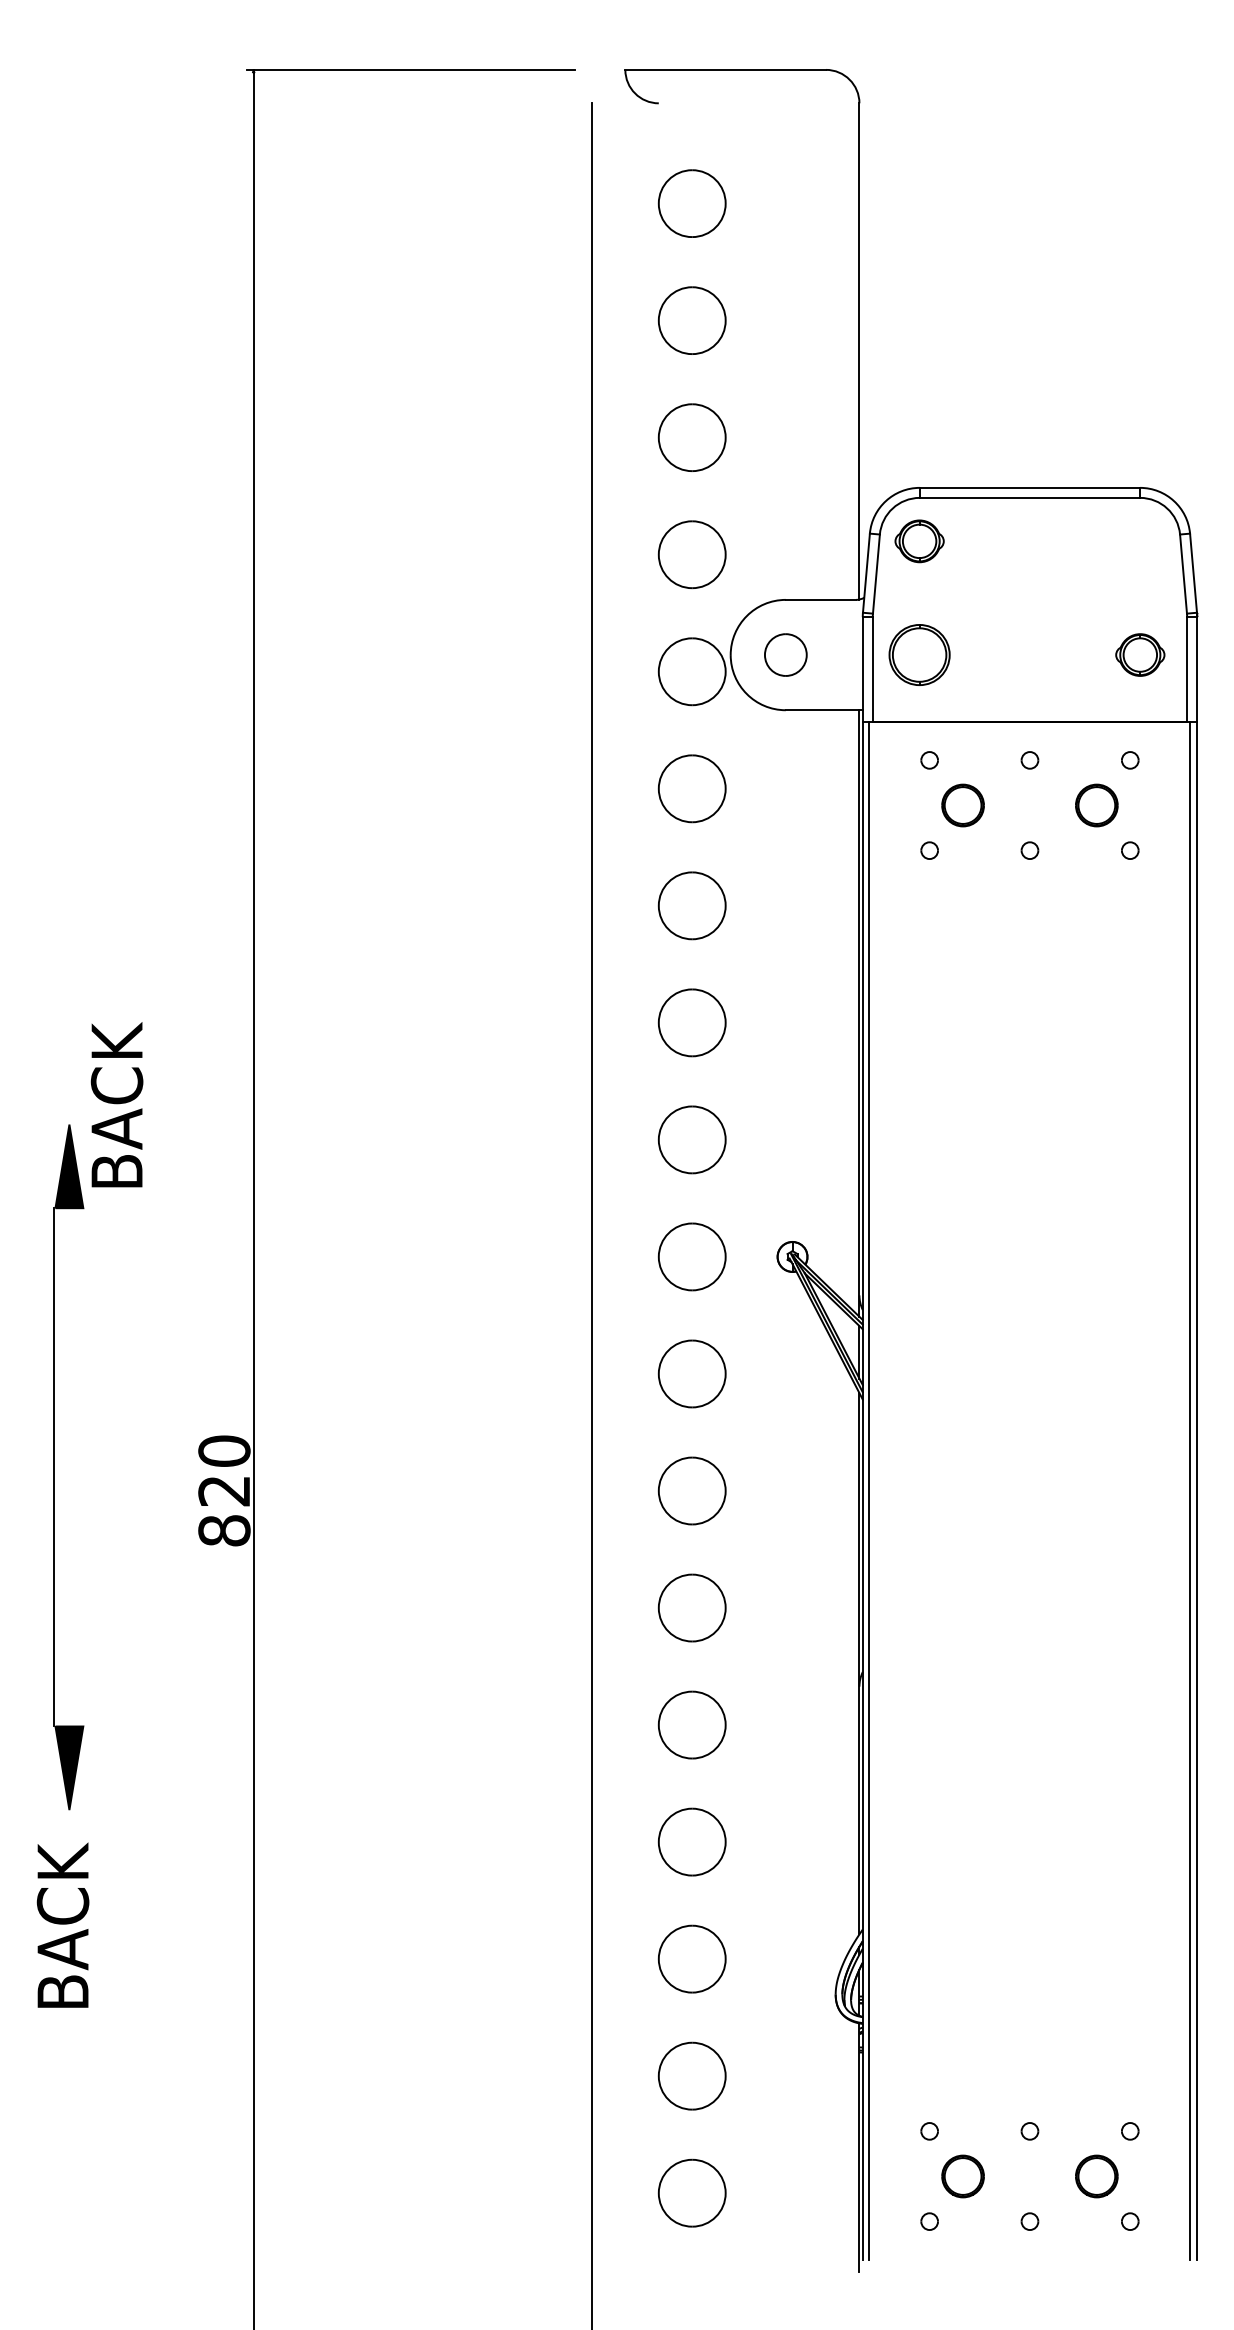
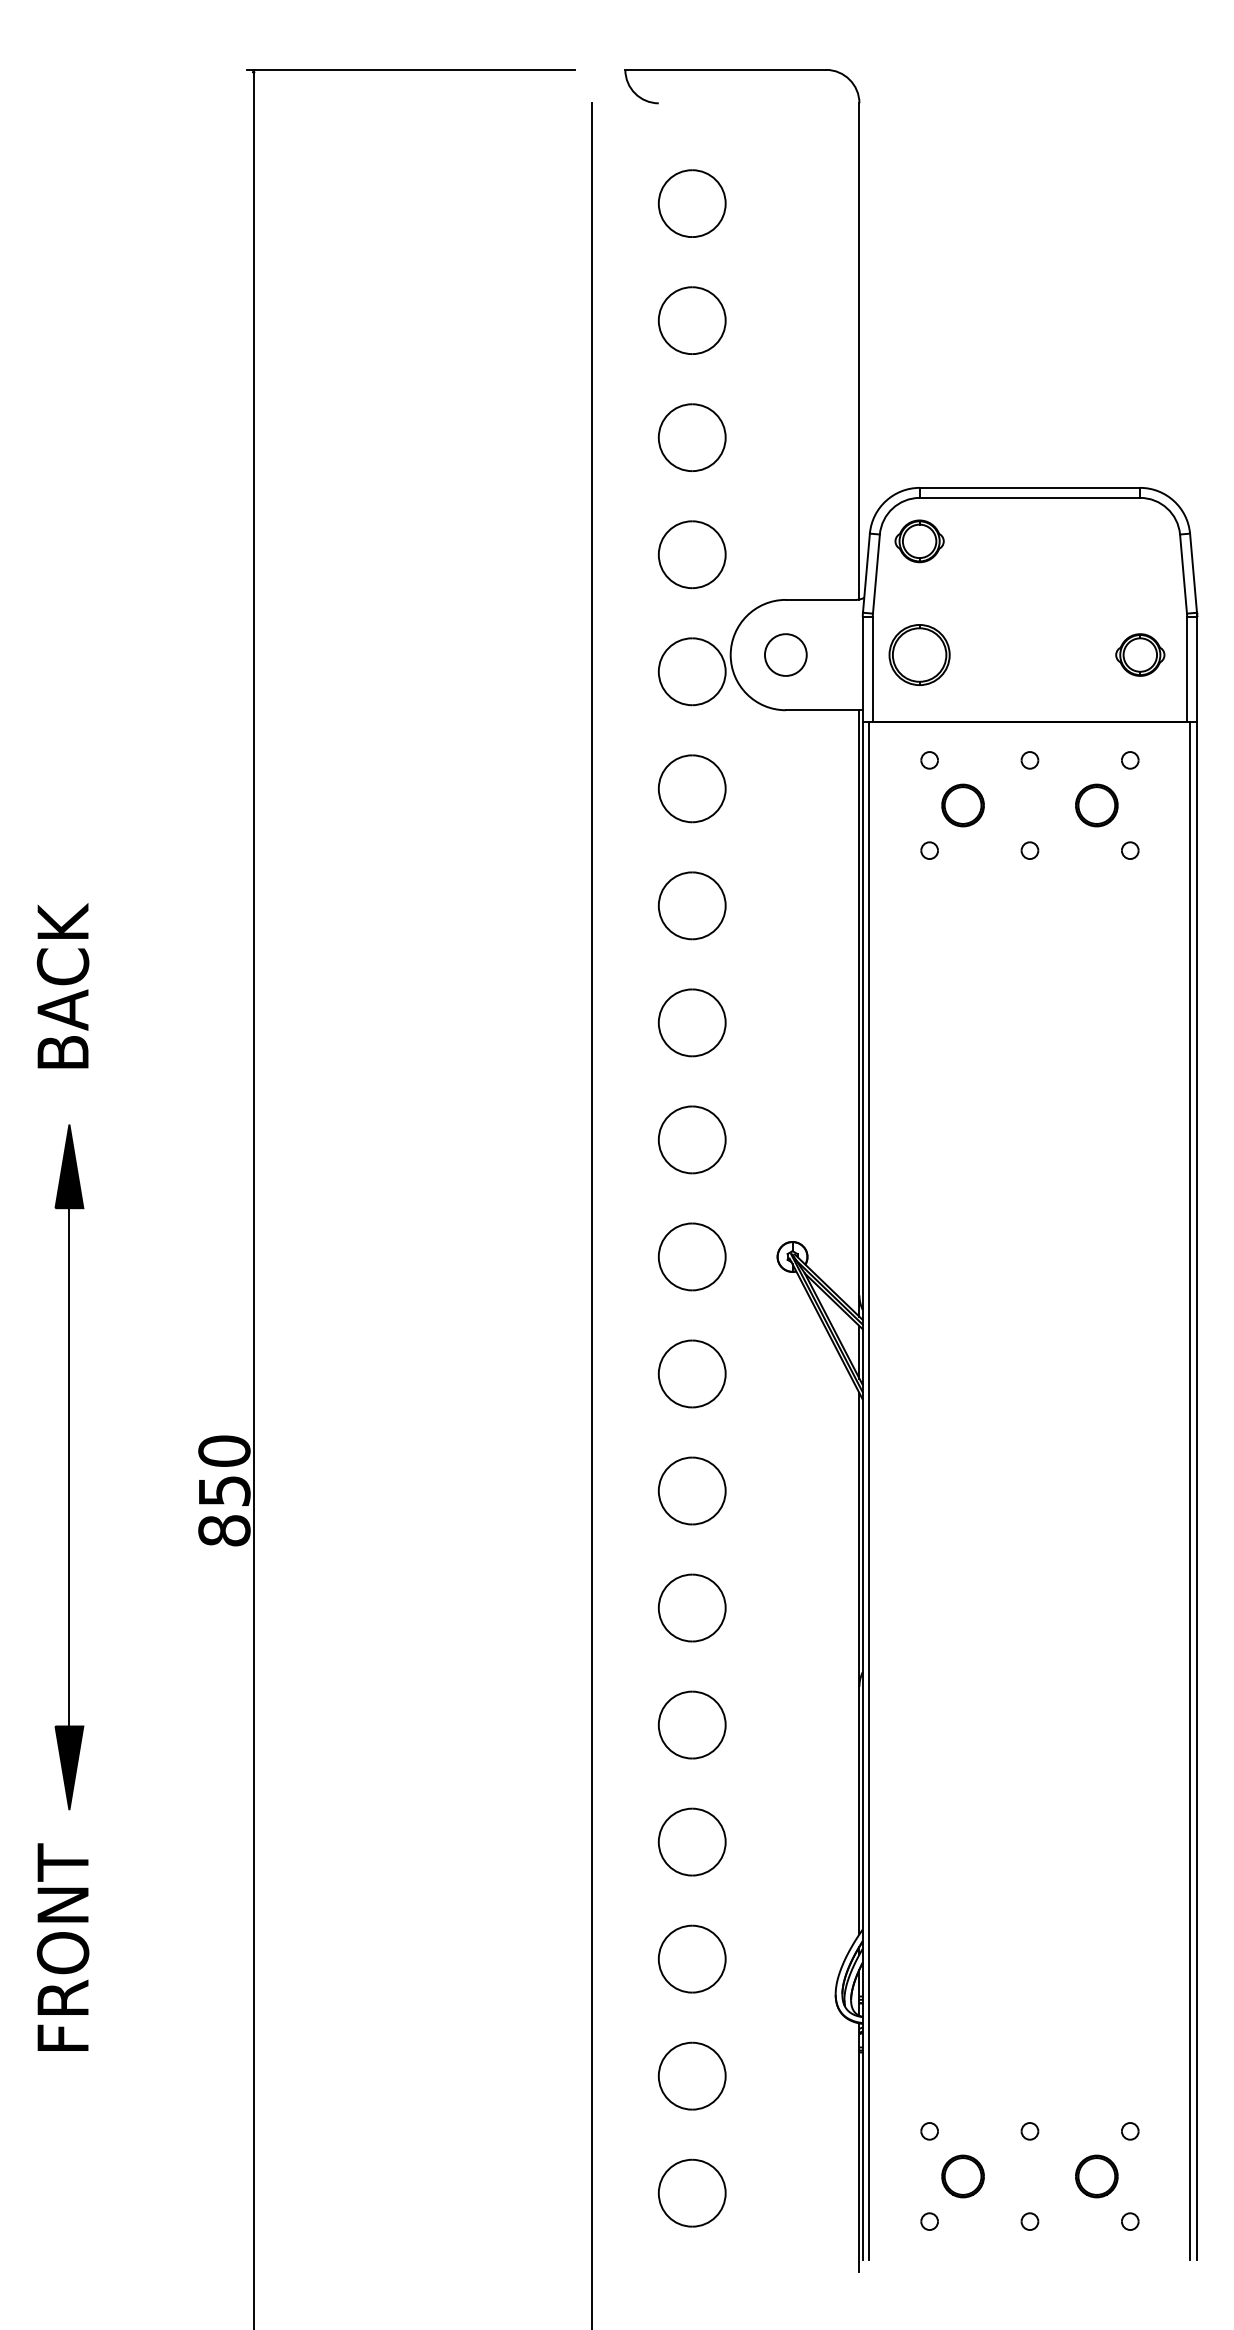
text at (116, 1104) position: (116, 1104) -> (62, 985)
line at (54, 1467) position: (54, 1467) -> (69, 1467)
text at (224, 1491): 820 -> 850
text at (62, 1946): BACK -> FRONT
